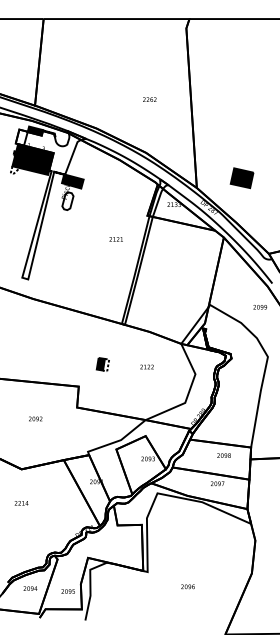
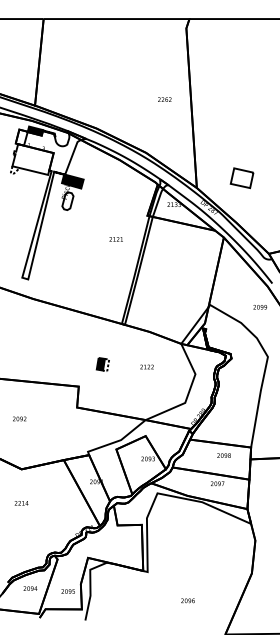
text at (149, 99) position: (149, 99) -> (164, 99)
fill at (32, 159): present -> none
fill at (241, 178): present -> none
text at (35, 418) position: (35, 418) -> (19, 418)
text at (187, 586) position: (187, 586) -> (187, 600)
